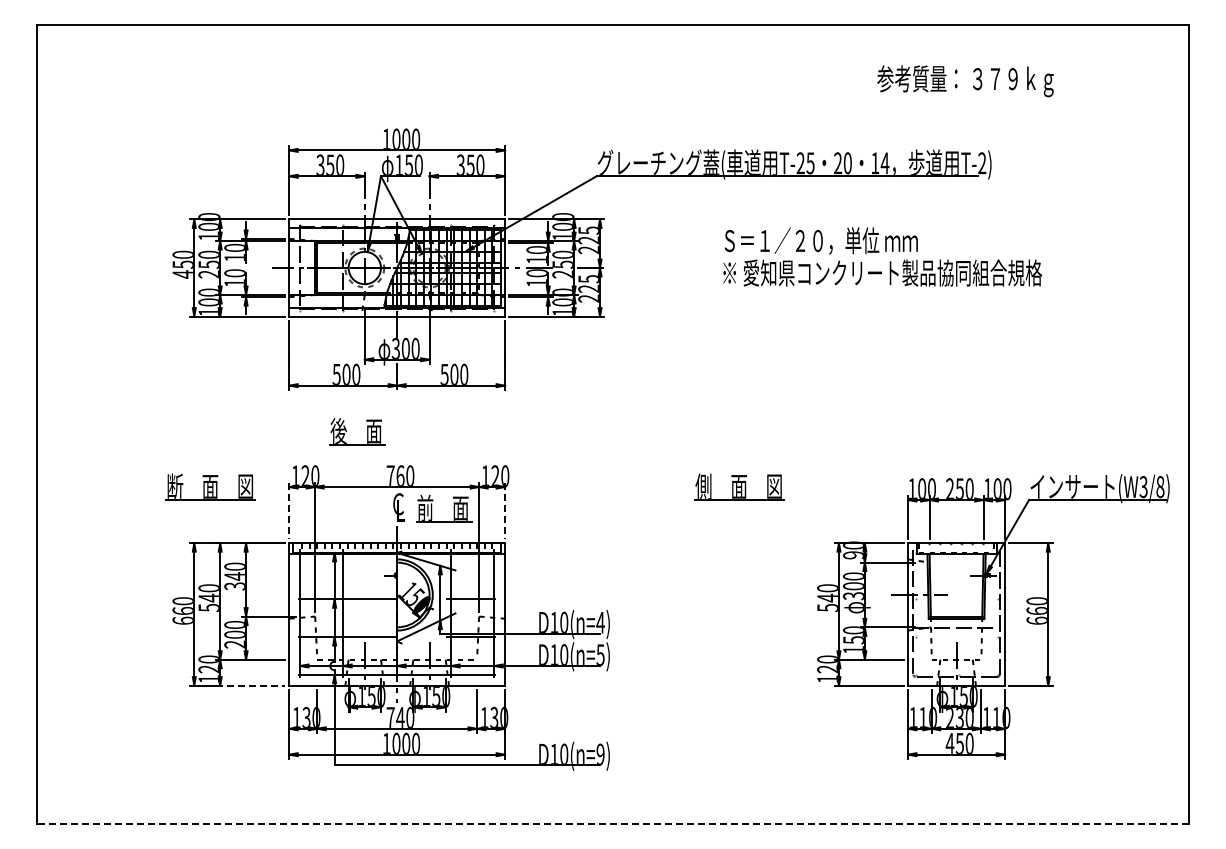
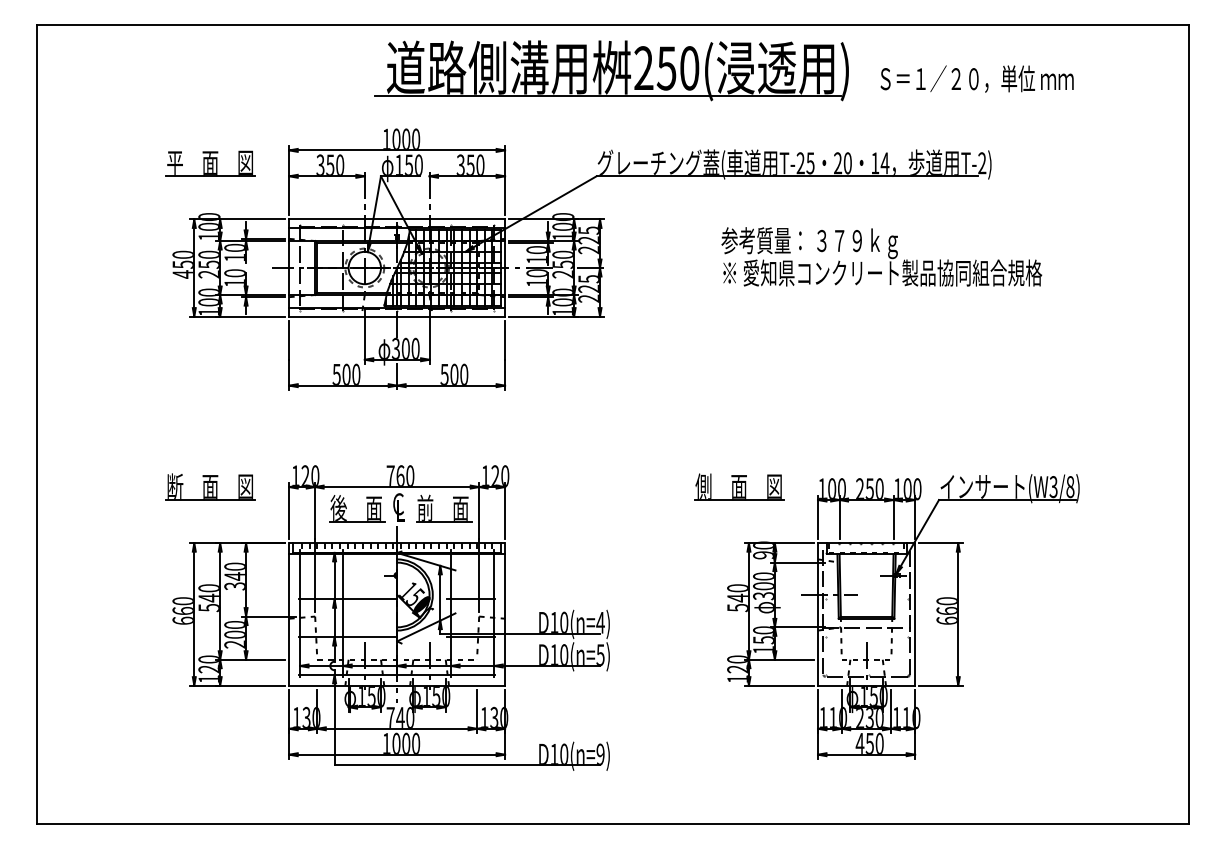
part at (611, 70): none -> present
text at (975, 81): 参考質量： ３７９ｋｇ -> Ｓ＝１／２０，単位 ｍｍ
part at (210, 163): none -> present
text at (819, 243): Ｓ＝１／２０，単位 ｍｍ -> 参考質量： ３７９ｋｇ
part at (367, 431) position: (367, 431) -> (367, 508)
line at (289, 511): dashed -> solid
line at (505, 511): dashed -> solid
part at (993, 616) position: (993, 616) -> (903, 616)
line at (250, 685): dashed -> solid
line at (612, 823): dashed -> solid
